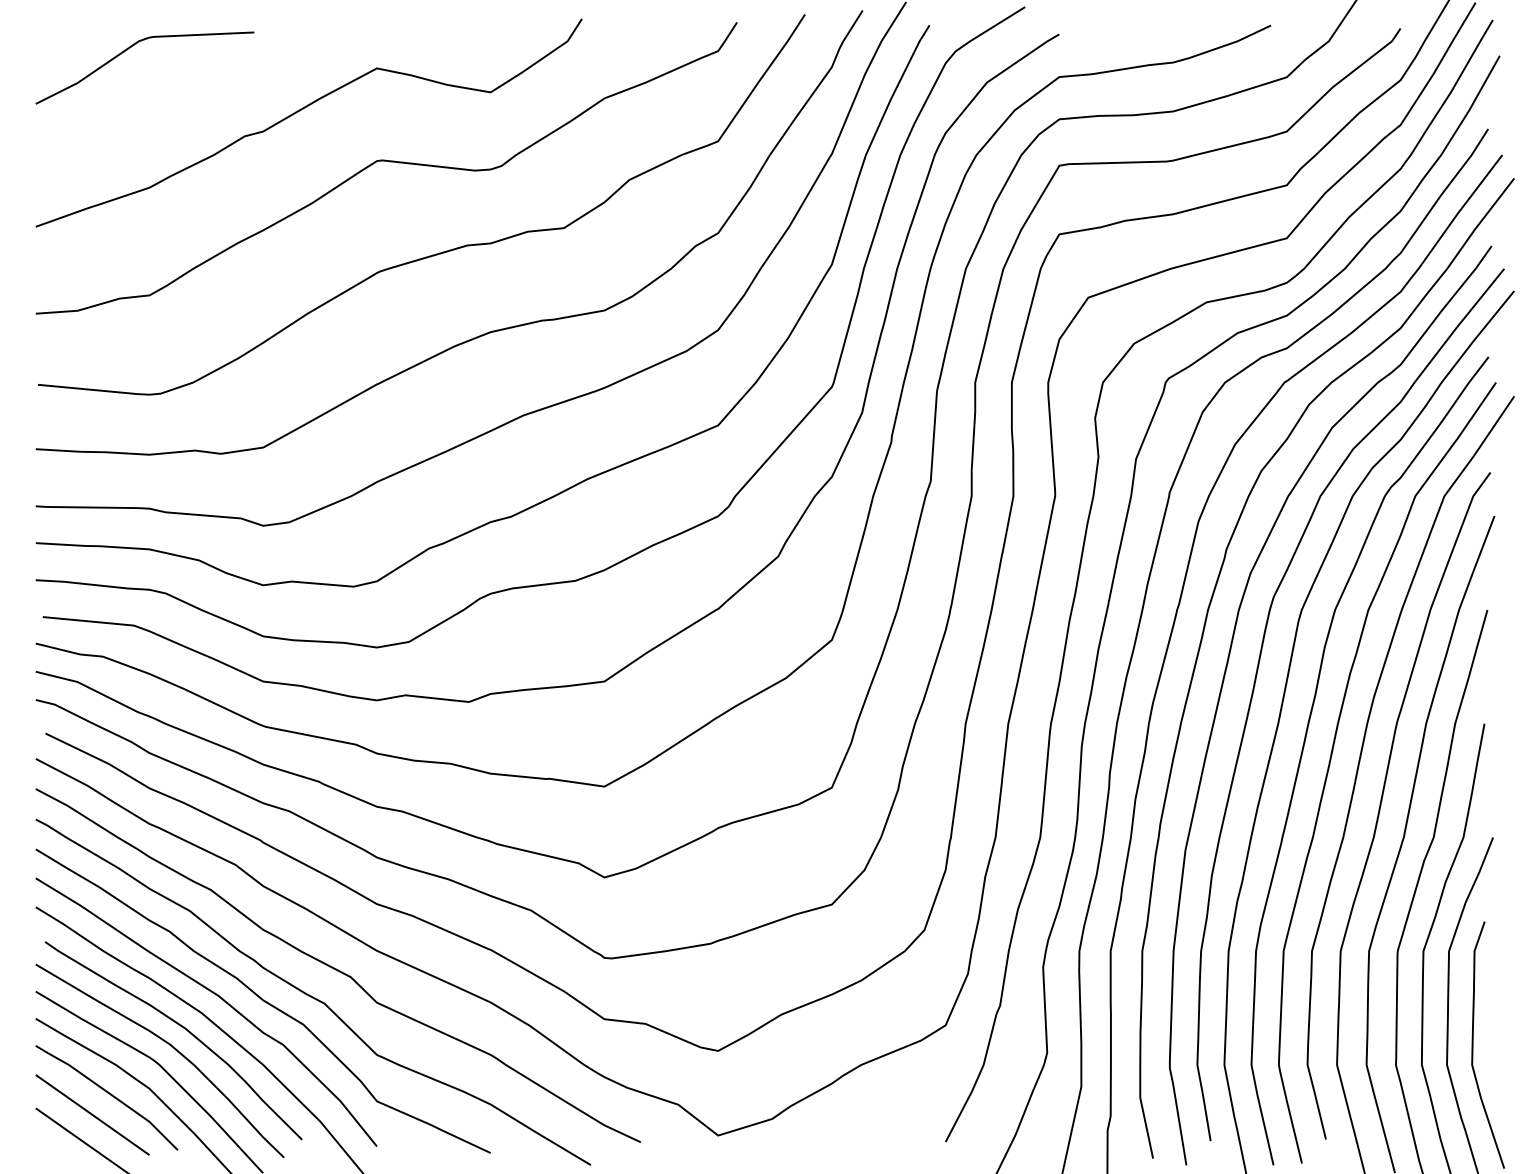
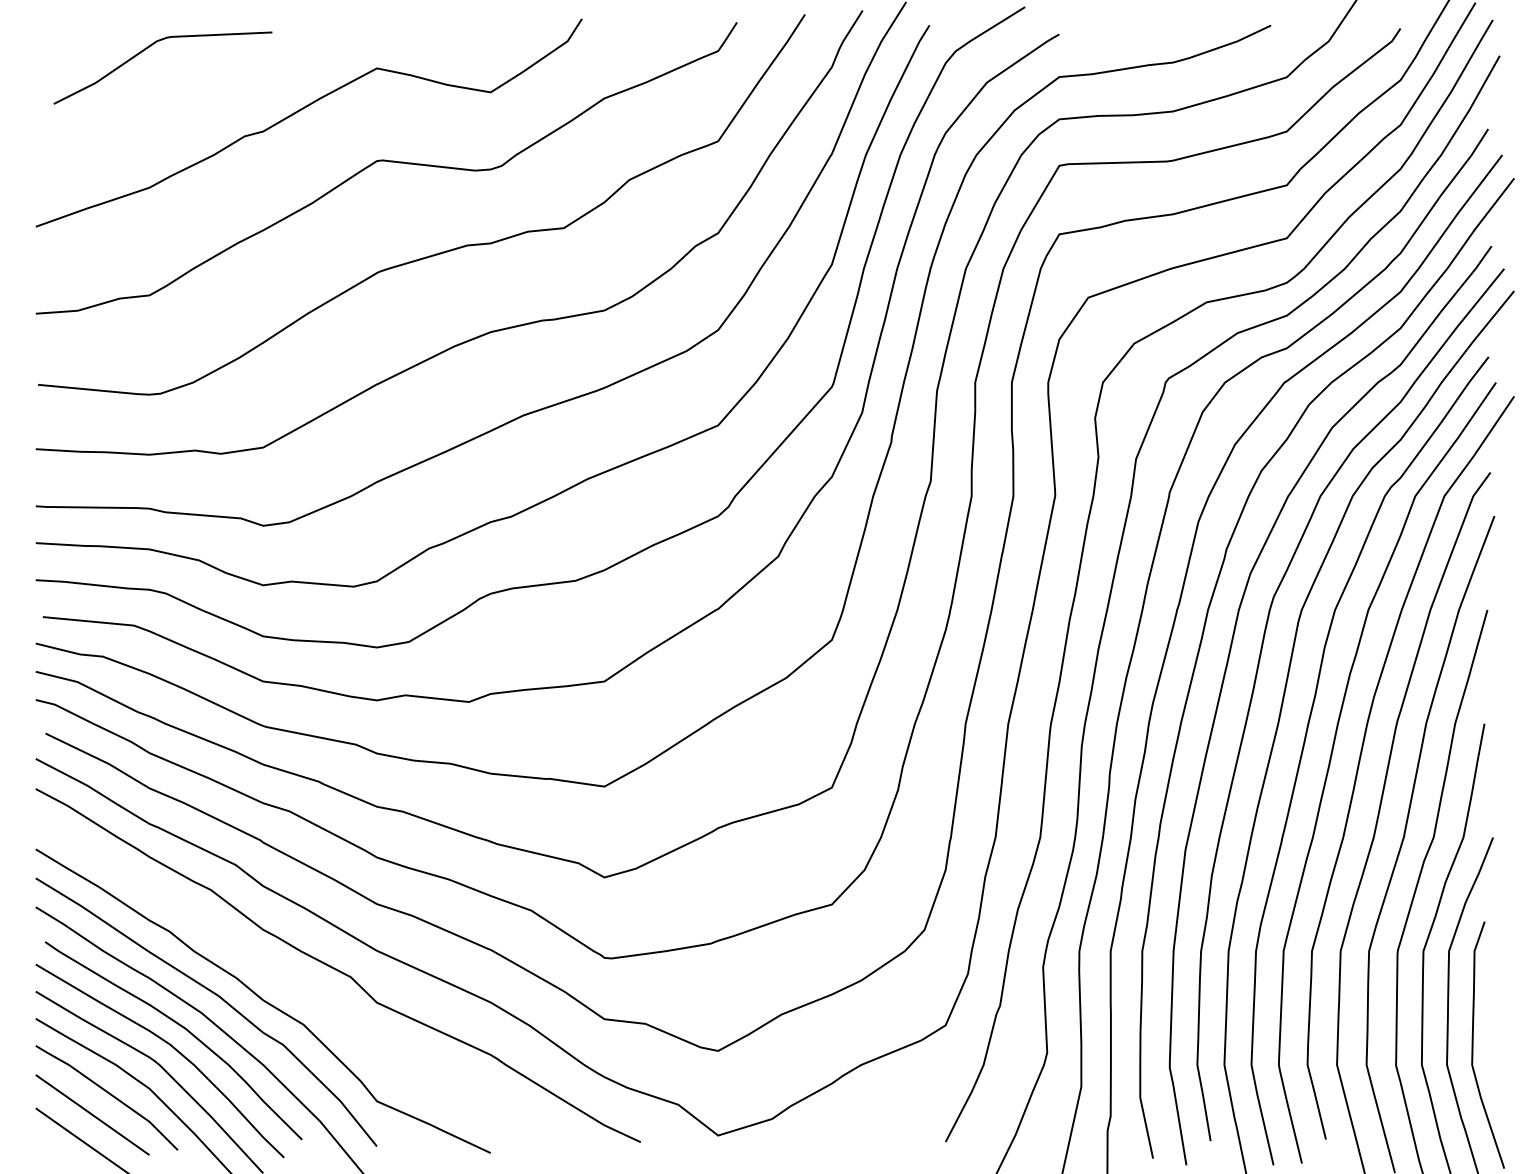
curve at (130, 48) position: (130, 48) -> (148, 48)
curve at (311, 995): present -> none
